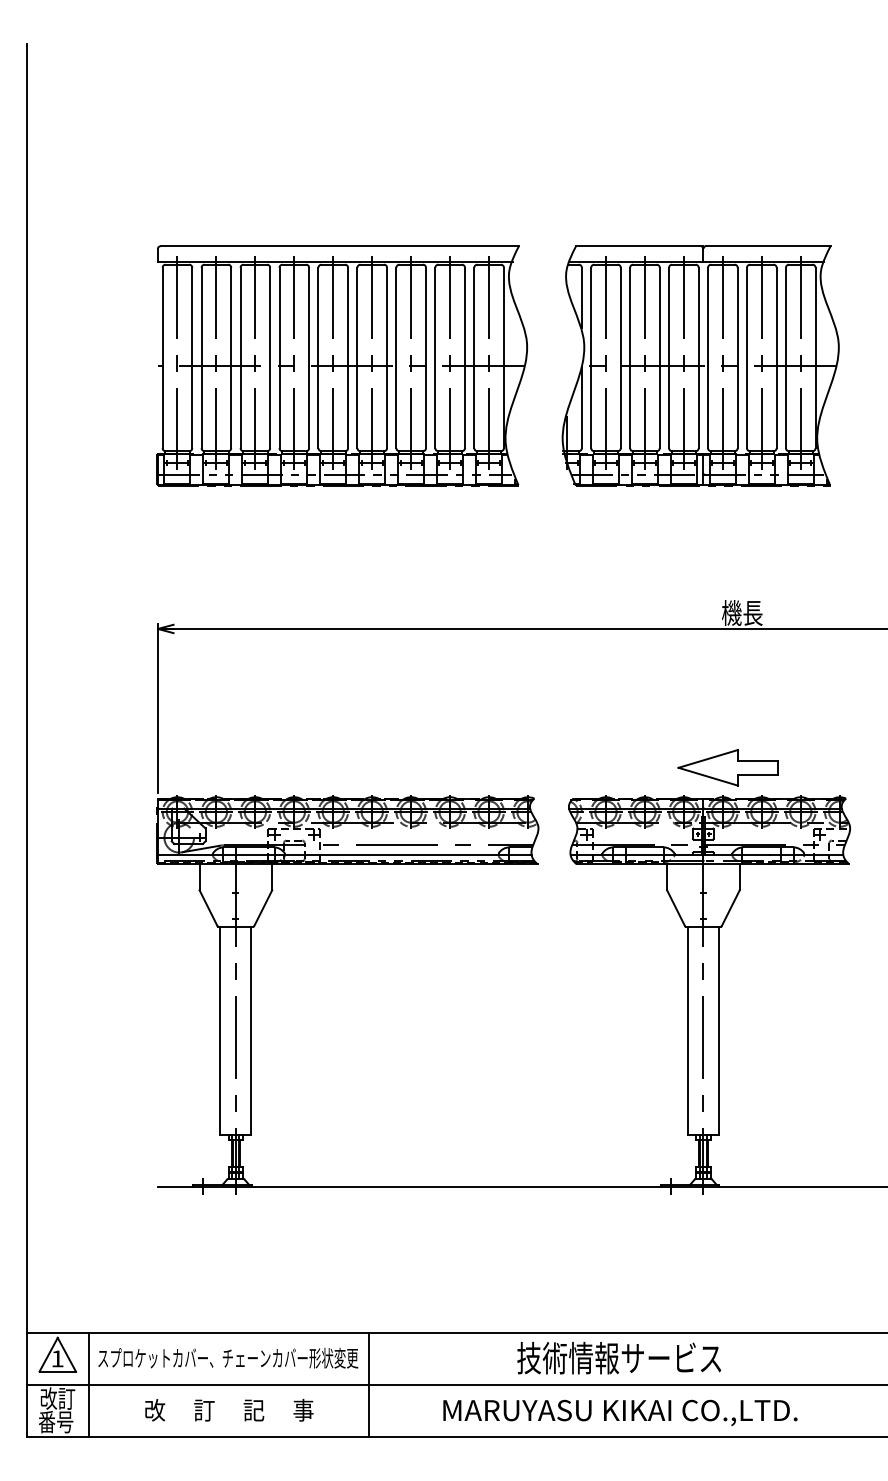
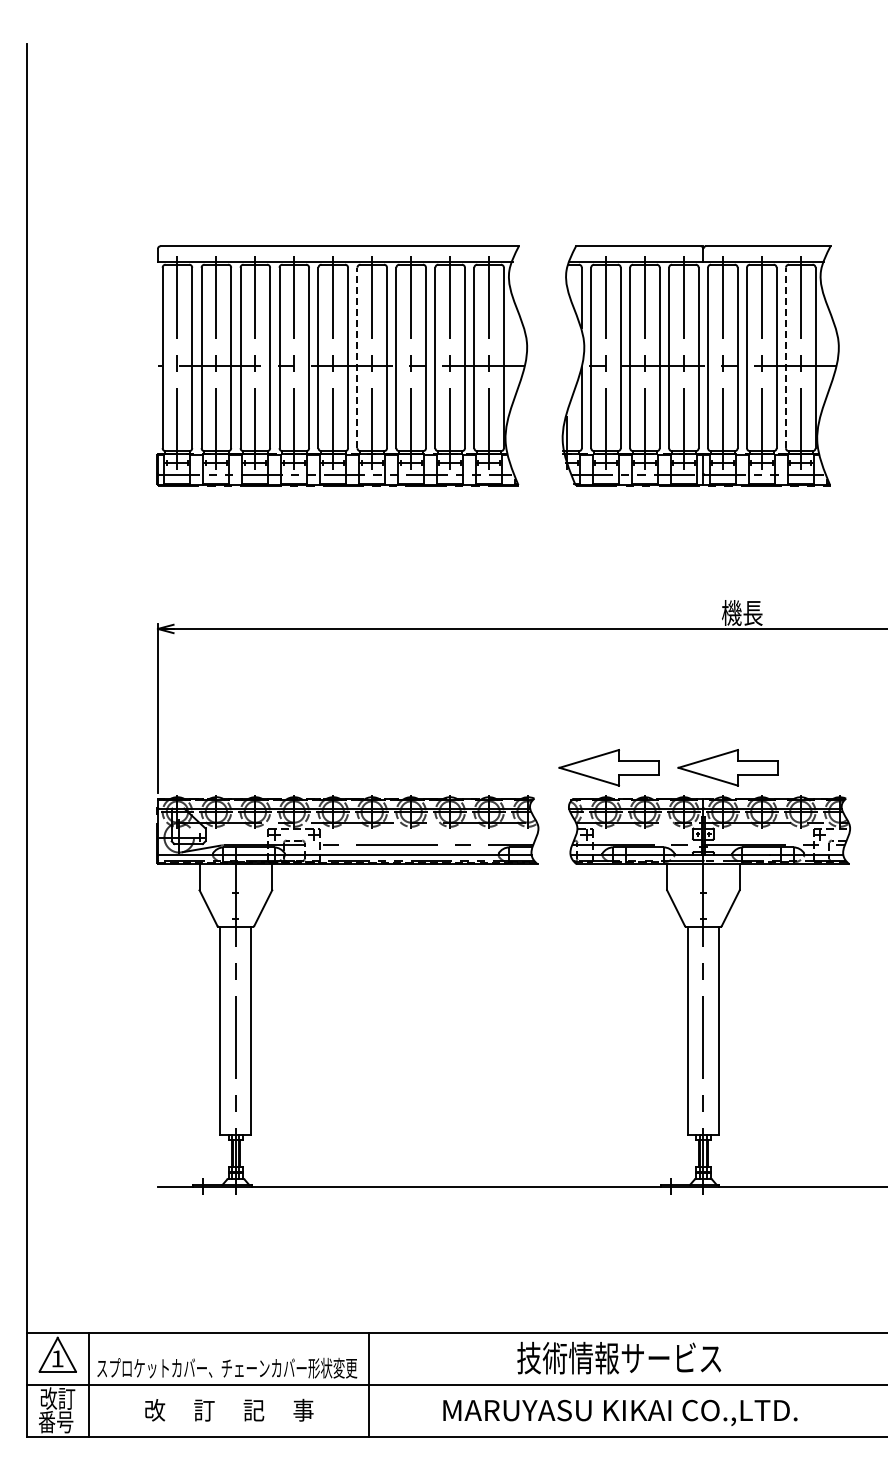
line at (357, 357): solid -> dashed
line at (785, 357): solid -> dashed
part at (608, 767): none -> present
text at (228, 1358) position: (228, 1358) -> (227, 1368)
